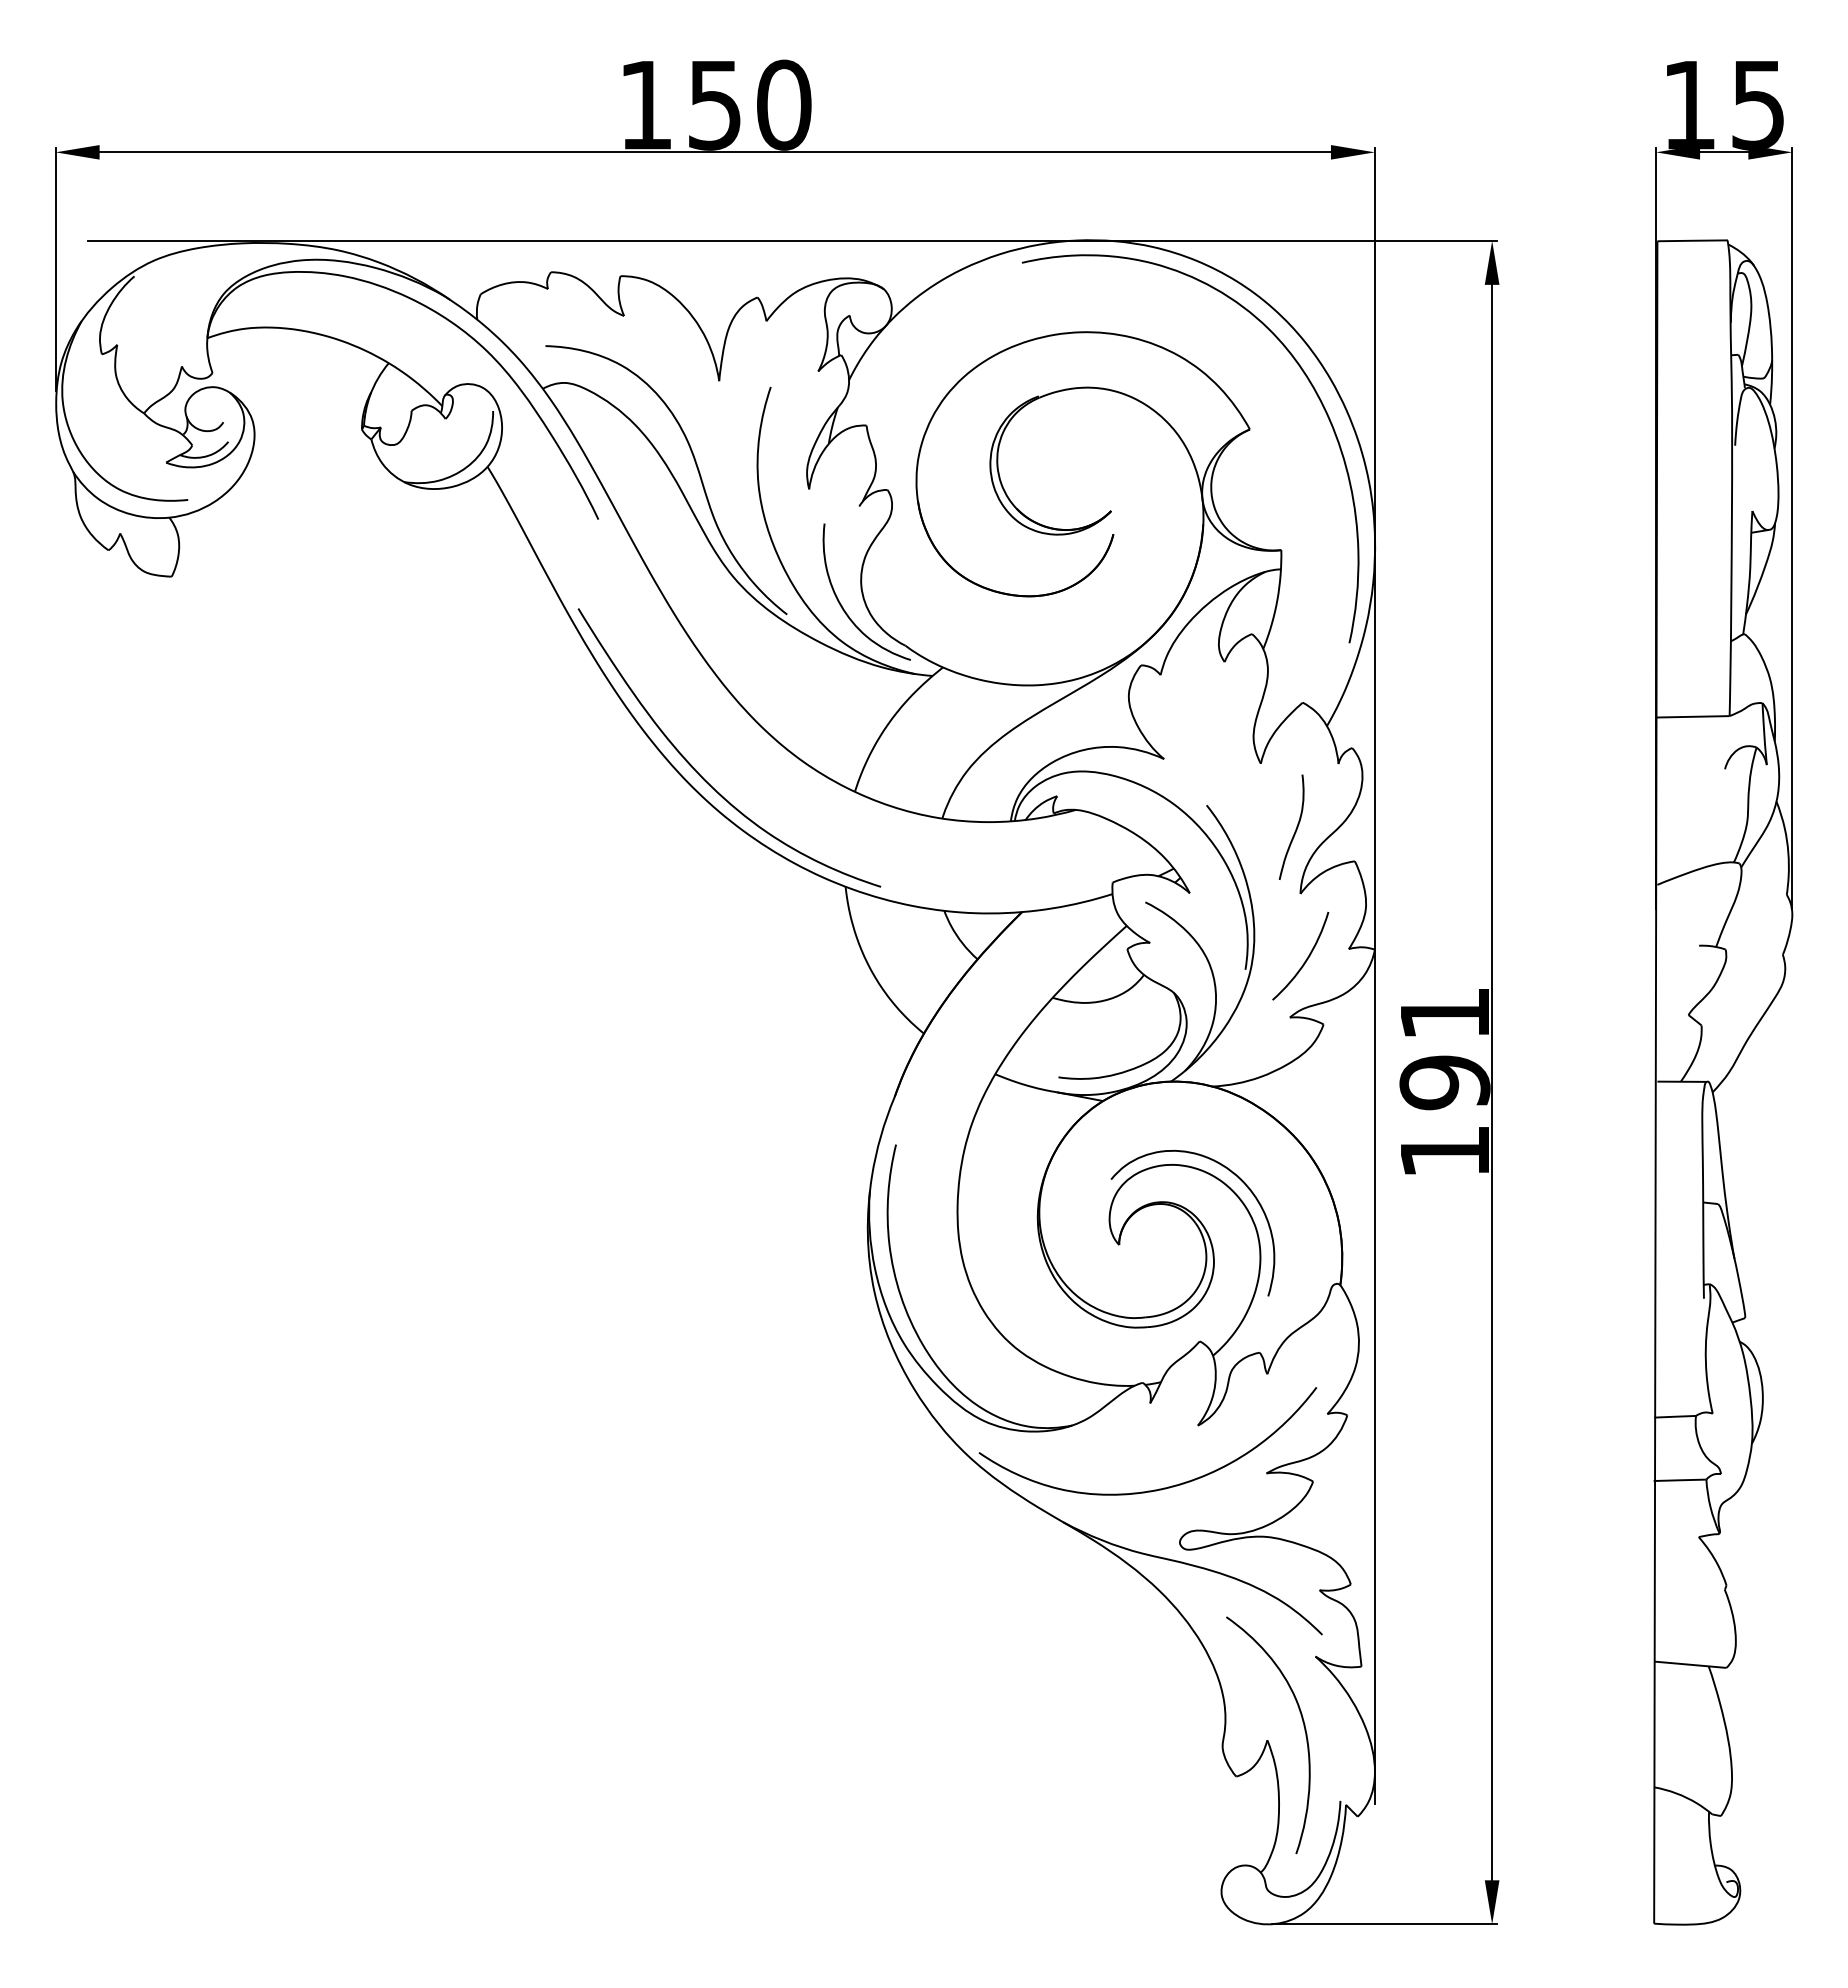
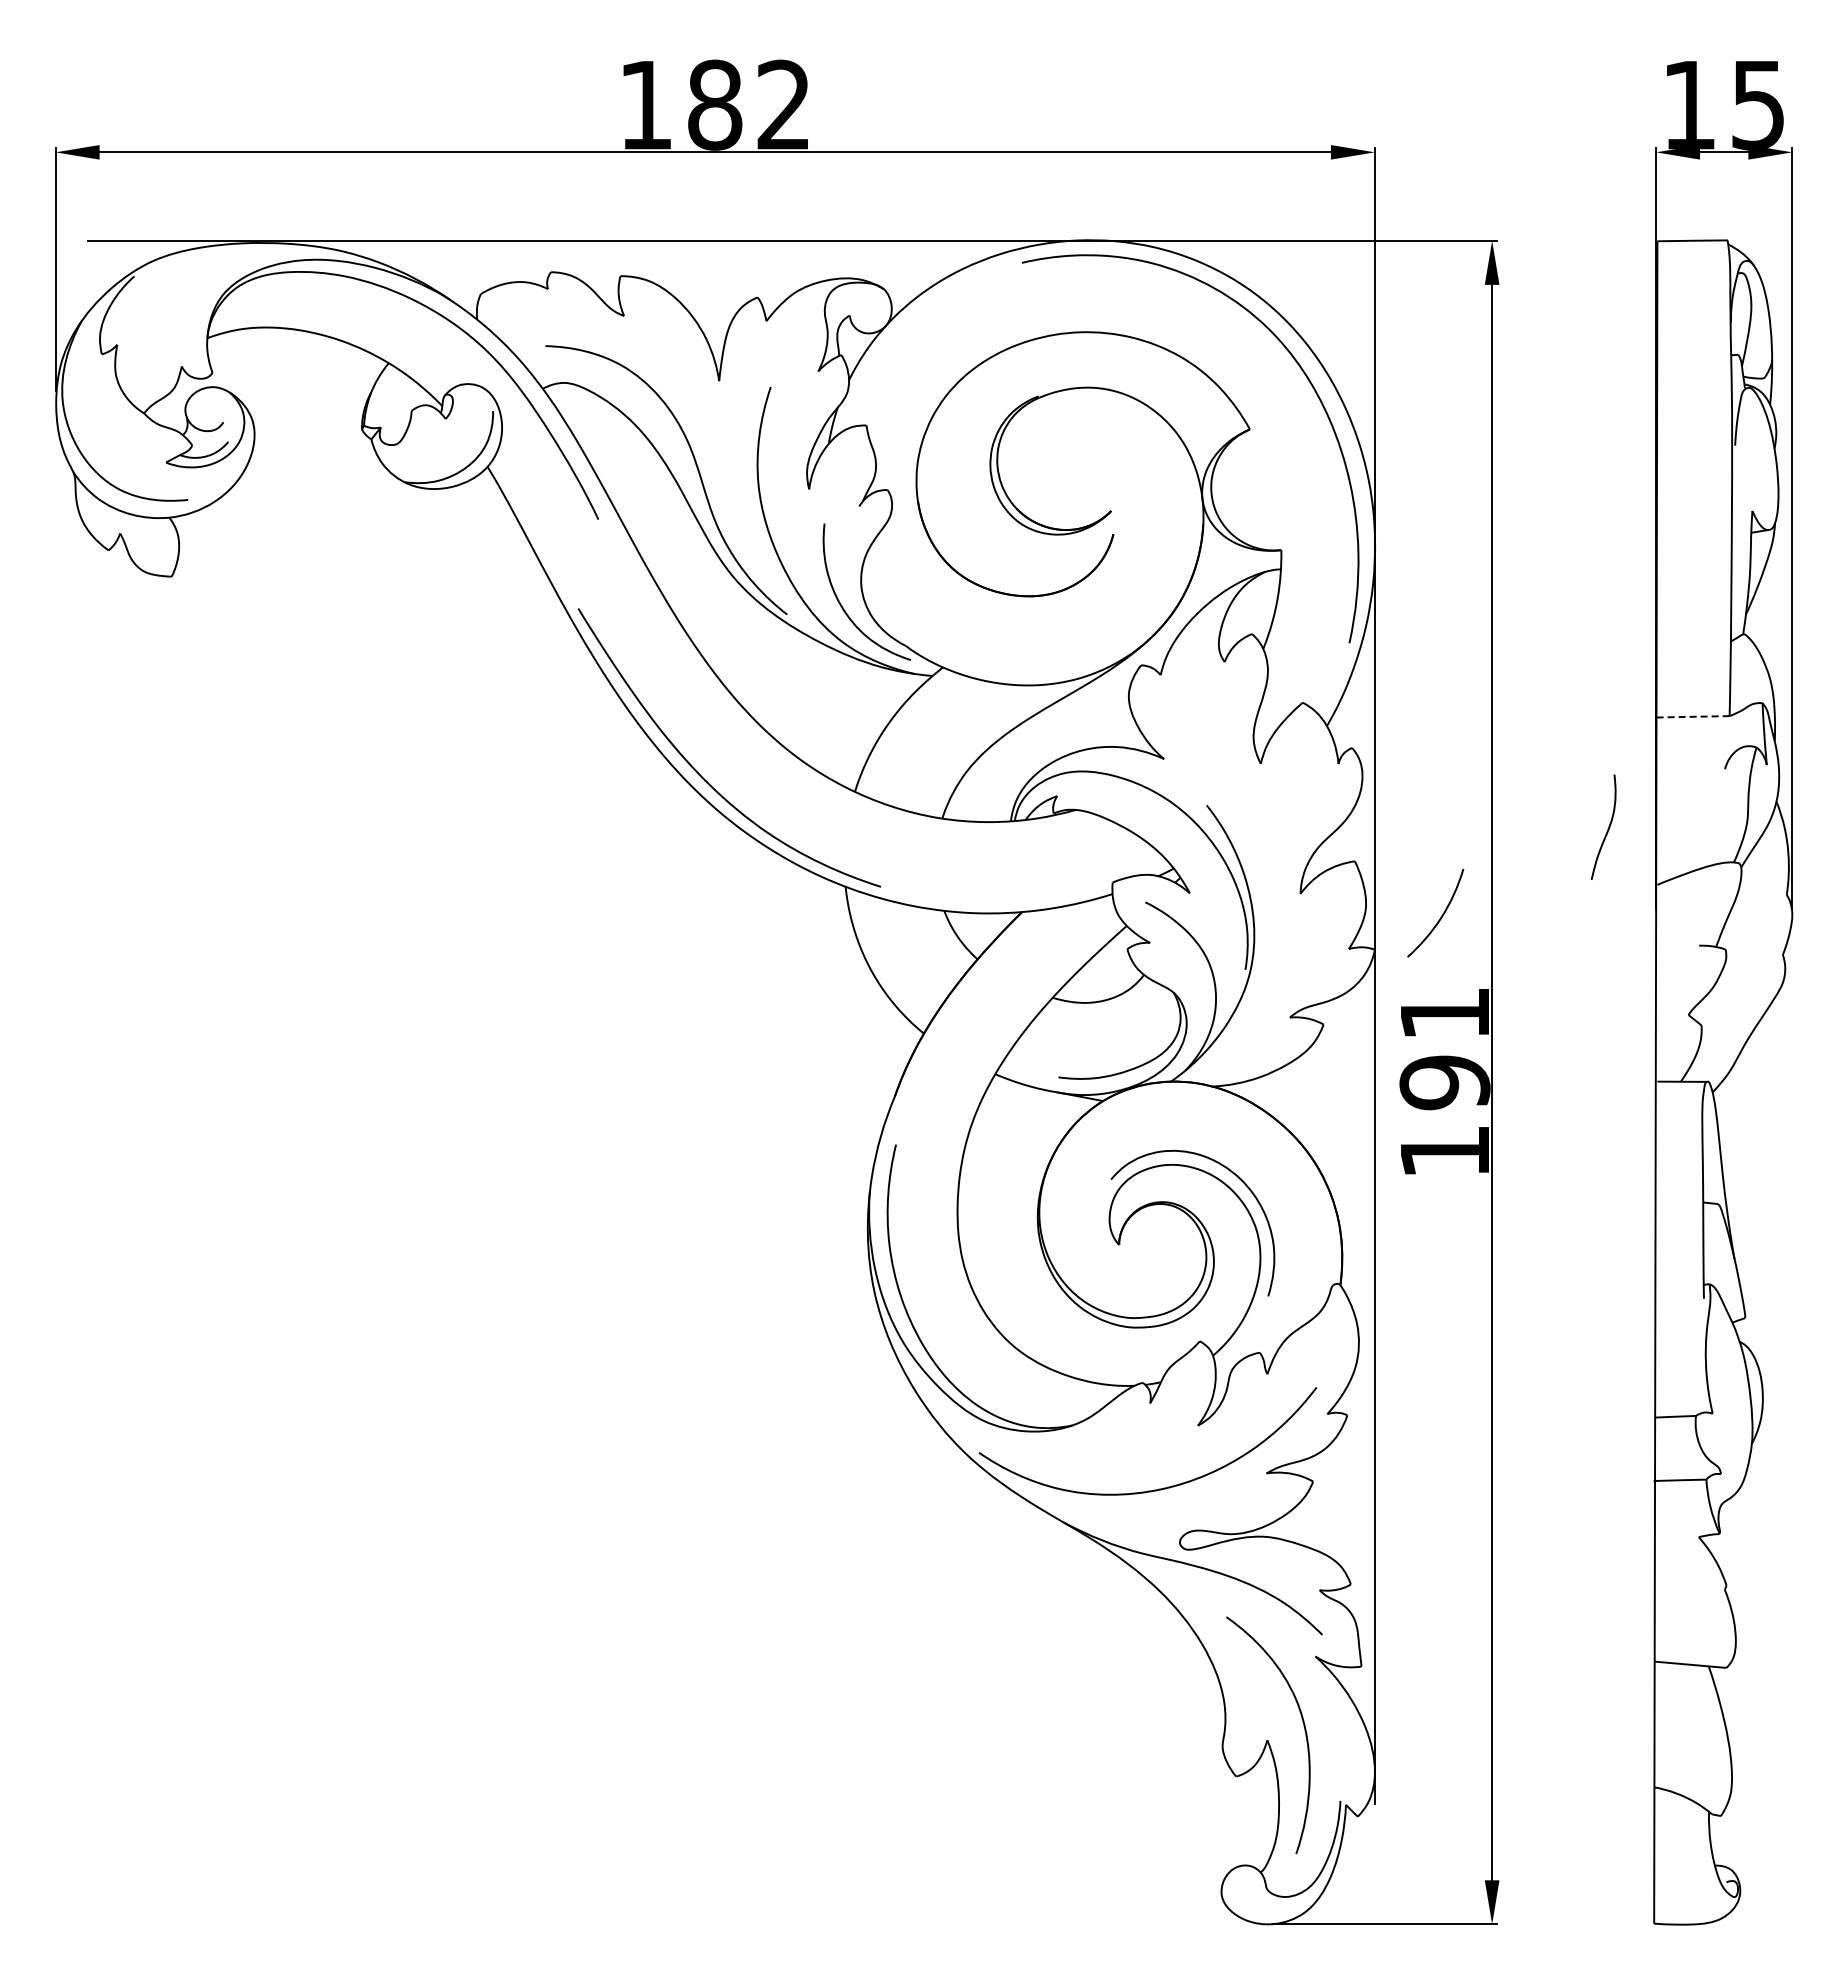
text at (749, 104): 150 -> 182
line at (1693, 716): solid -> dashed
curve at (1296, 826) position: (1296, 826) -> (1608, 826)
curve at (1306, 958) position: (1306, 958) -> (1441, 915)
